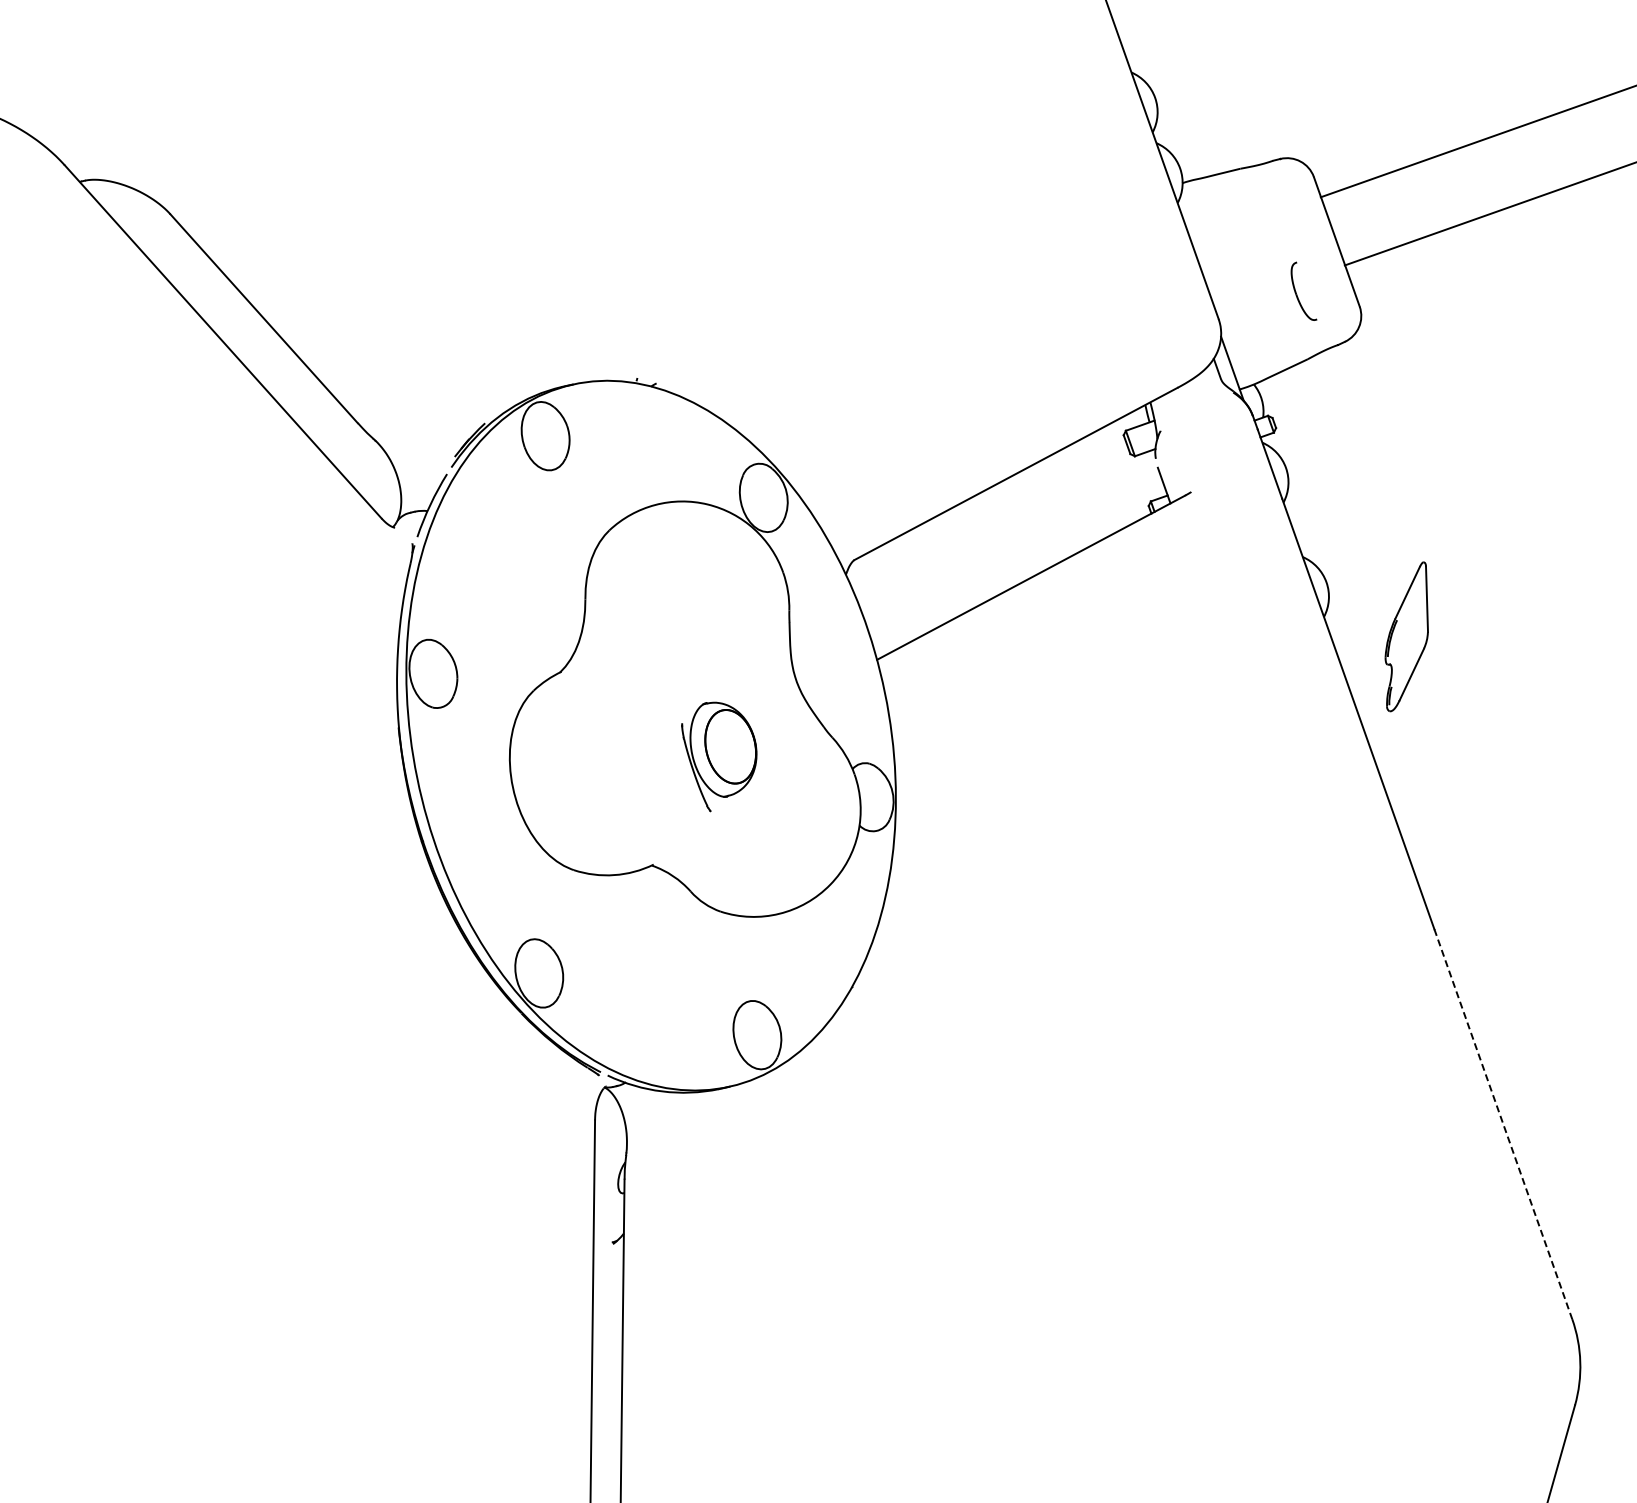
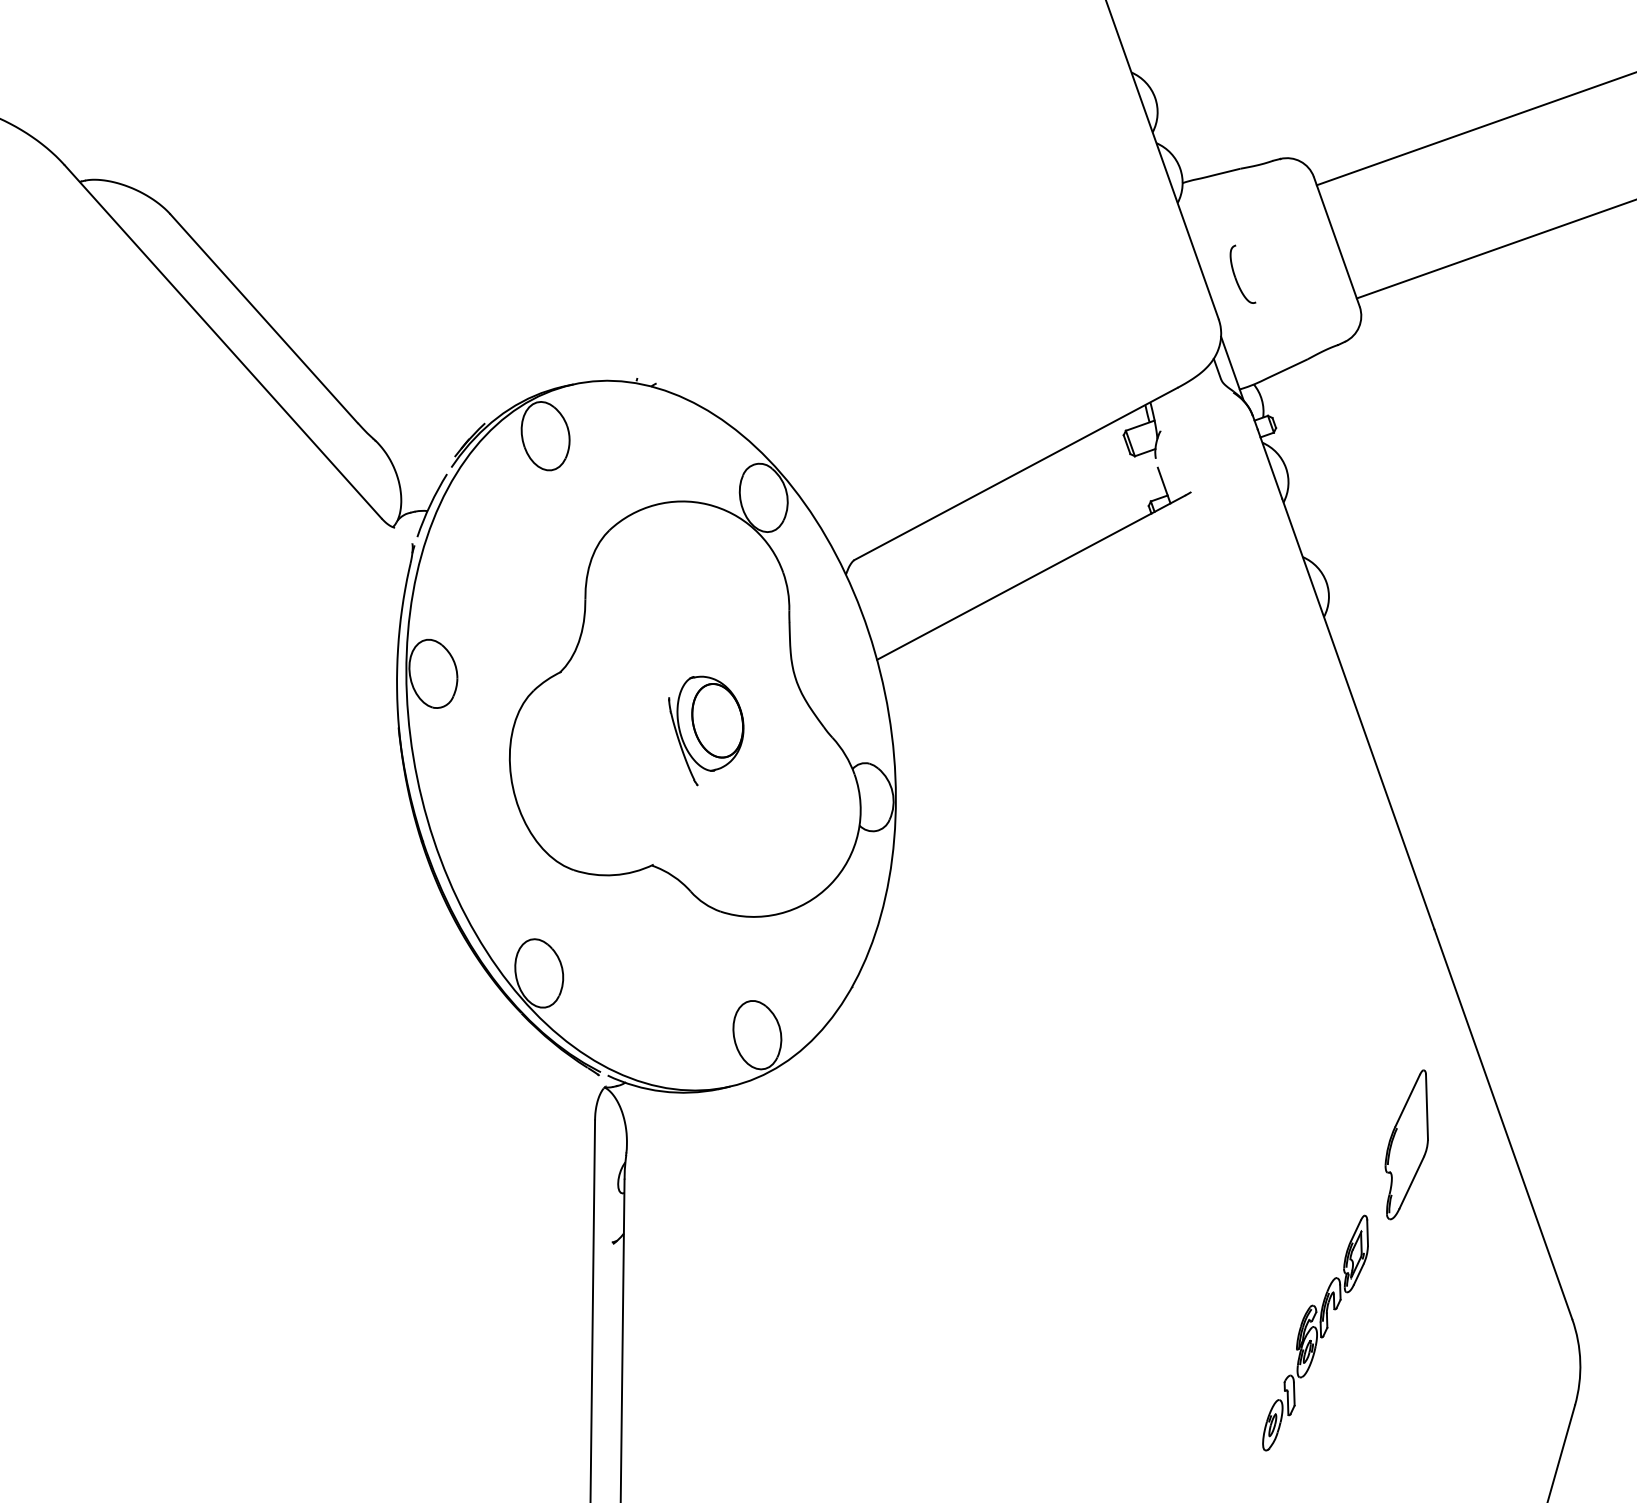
line at (1476, 141) position: (1476, 141) -> (1474, 129)
line at (1488, 214) position: (1488, 214) -> (1494, 249)
part at (1296, 291) position: (1296, 291) -> (1235, 274)
part at (1406, 636) position: (1406, 636) -> (1406, 1144)
part at (719, 756) position: (719, 756) -> (706, 730)
line at (1503, 1124): dashed -> solid
part at (1315, 1332): none -> present
